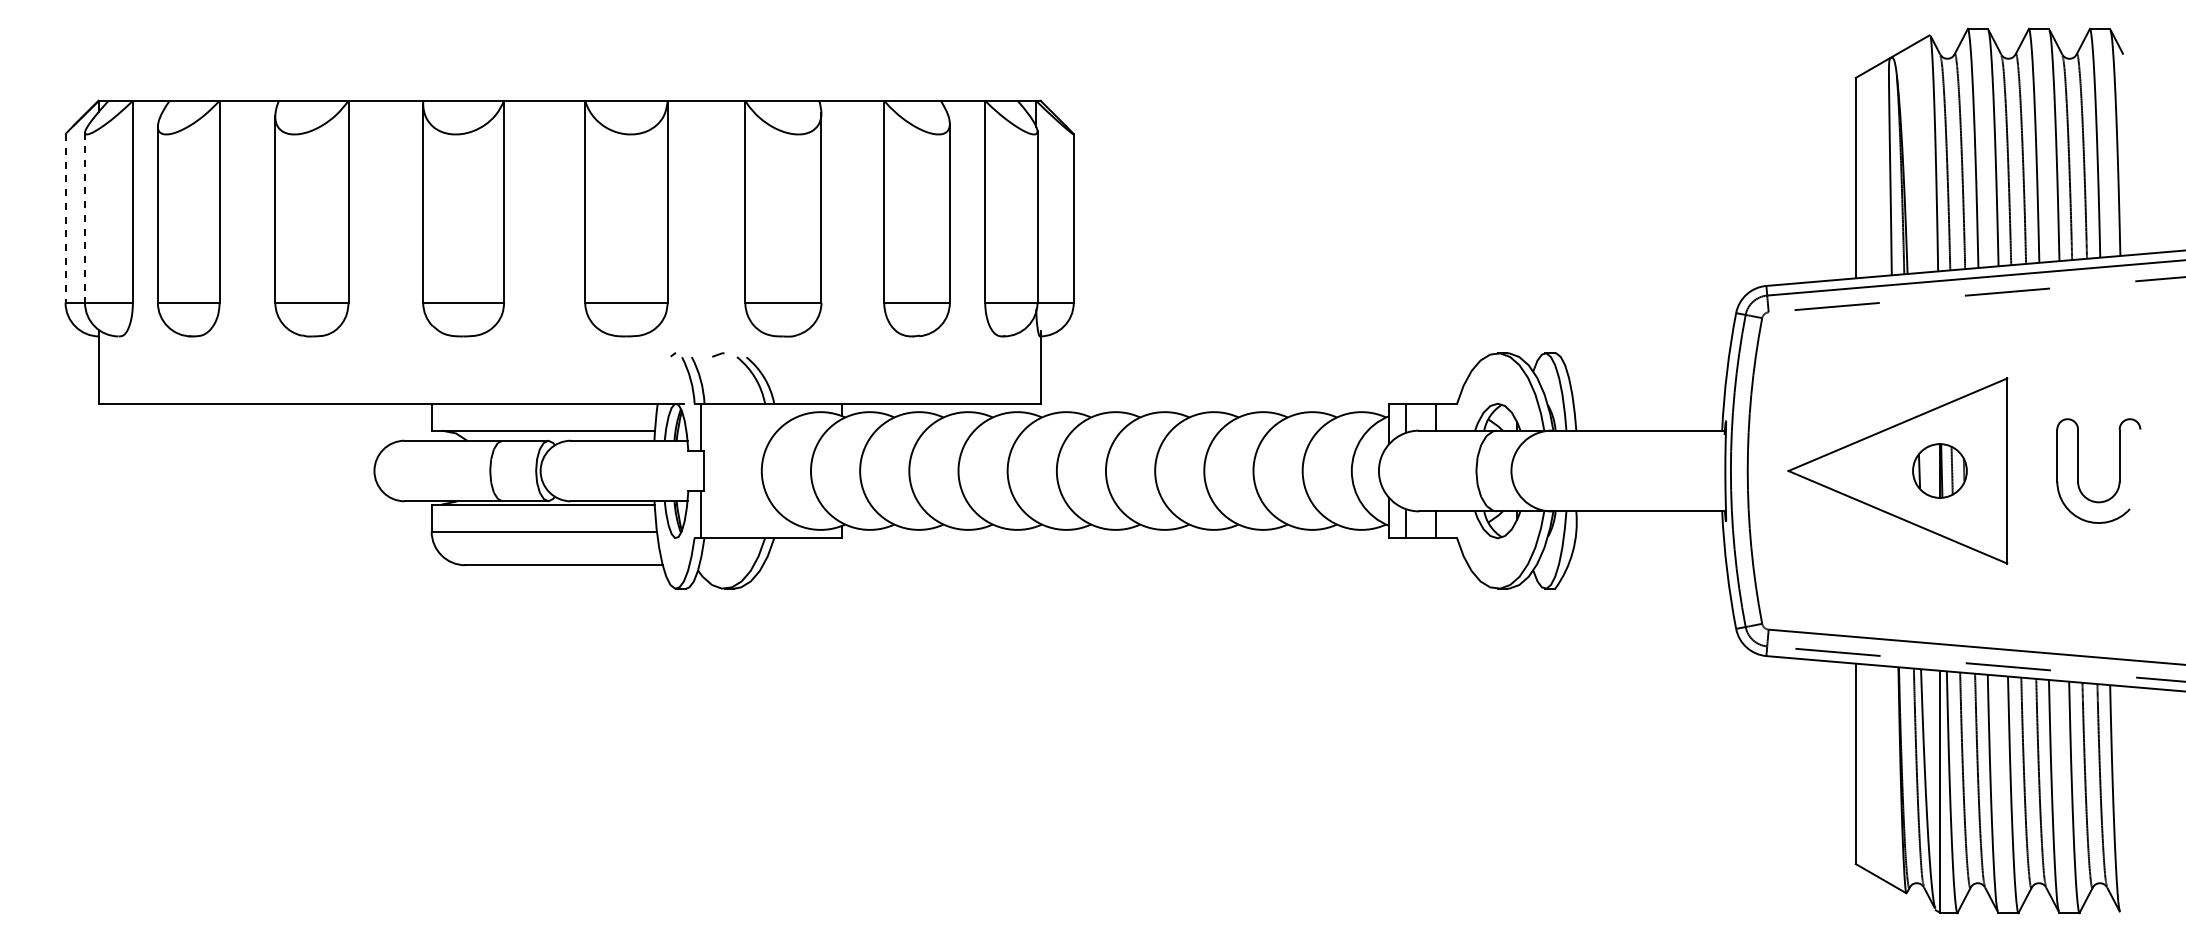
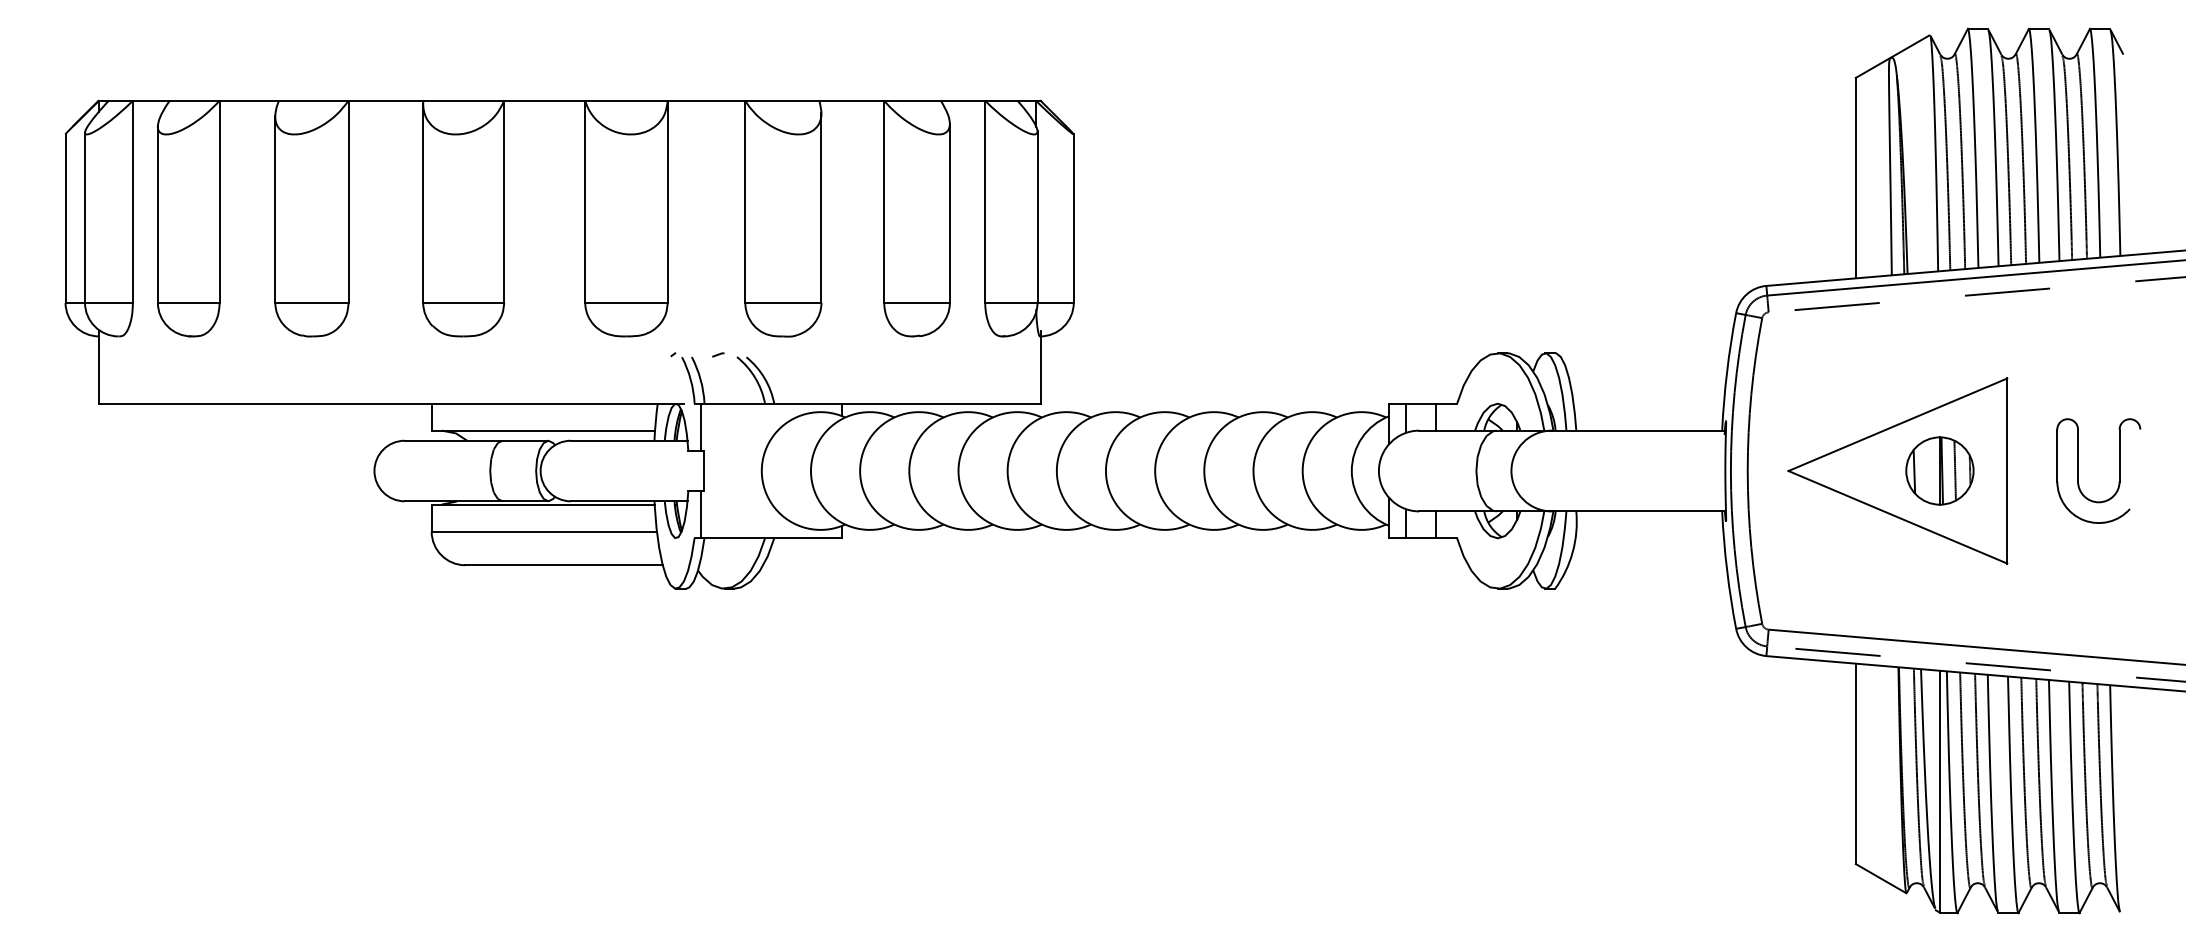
line at (65, 218): dashed -> solid
line at (85, 218): dashed -> solid
part at (1939, 470) size: 56x56 px -> 70x70 px
